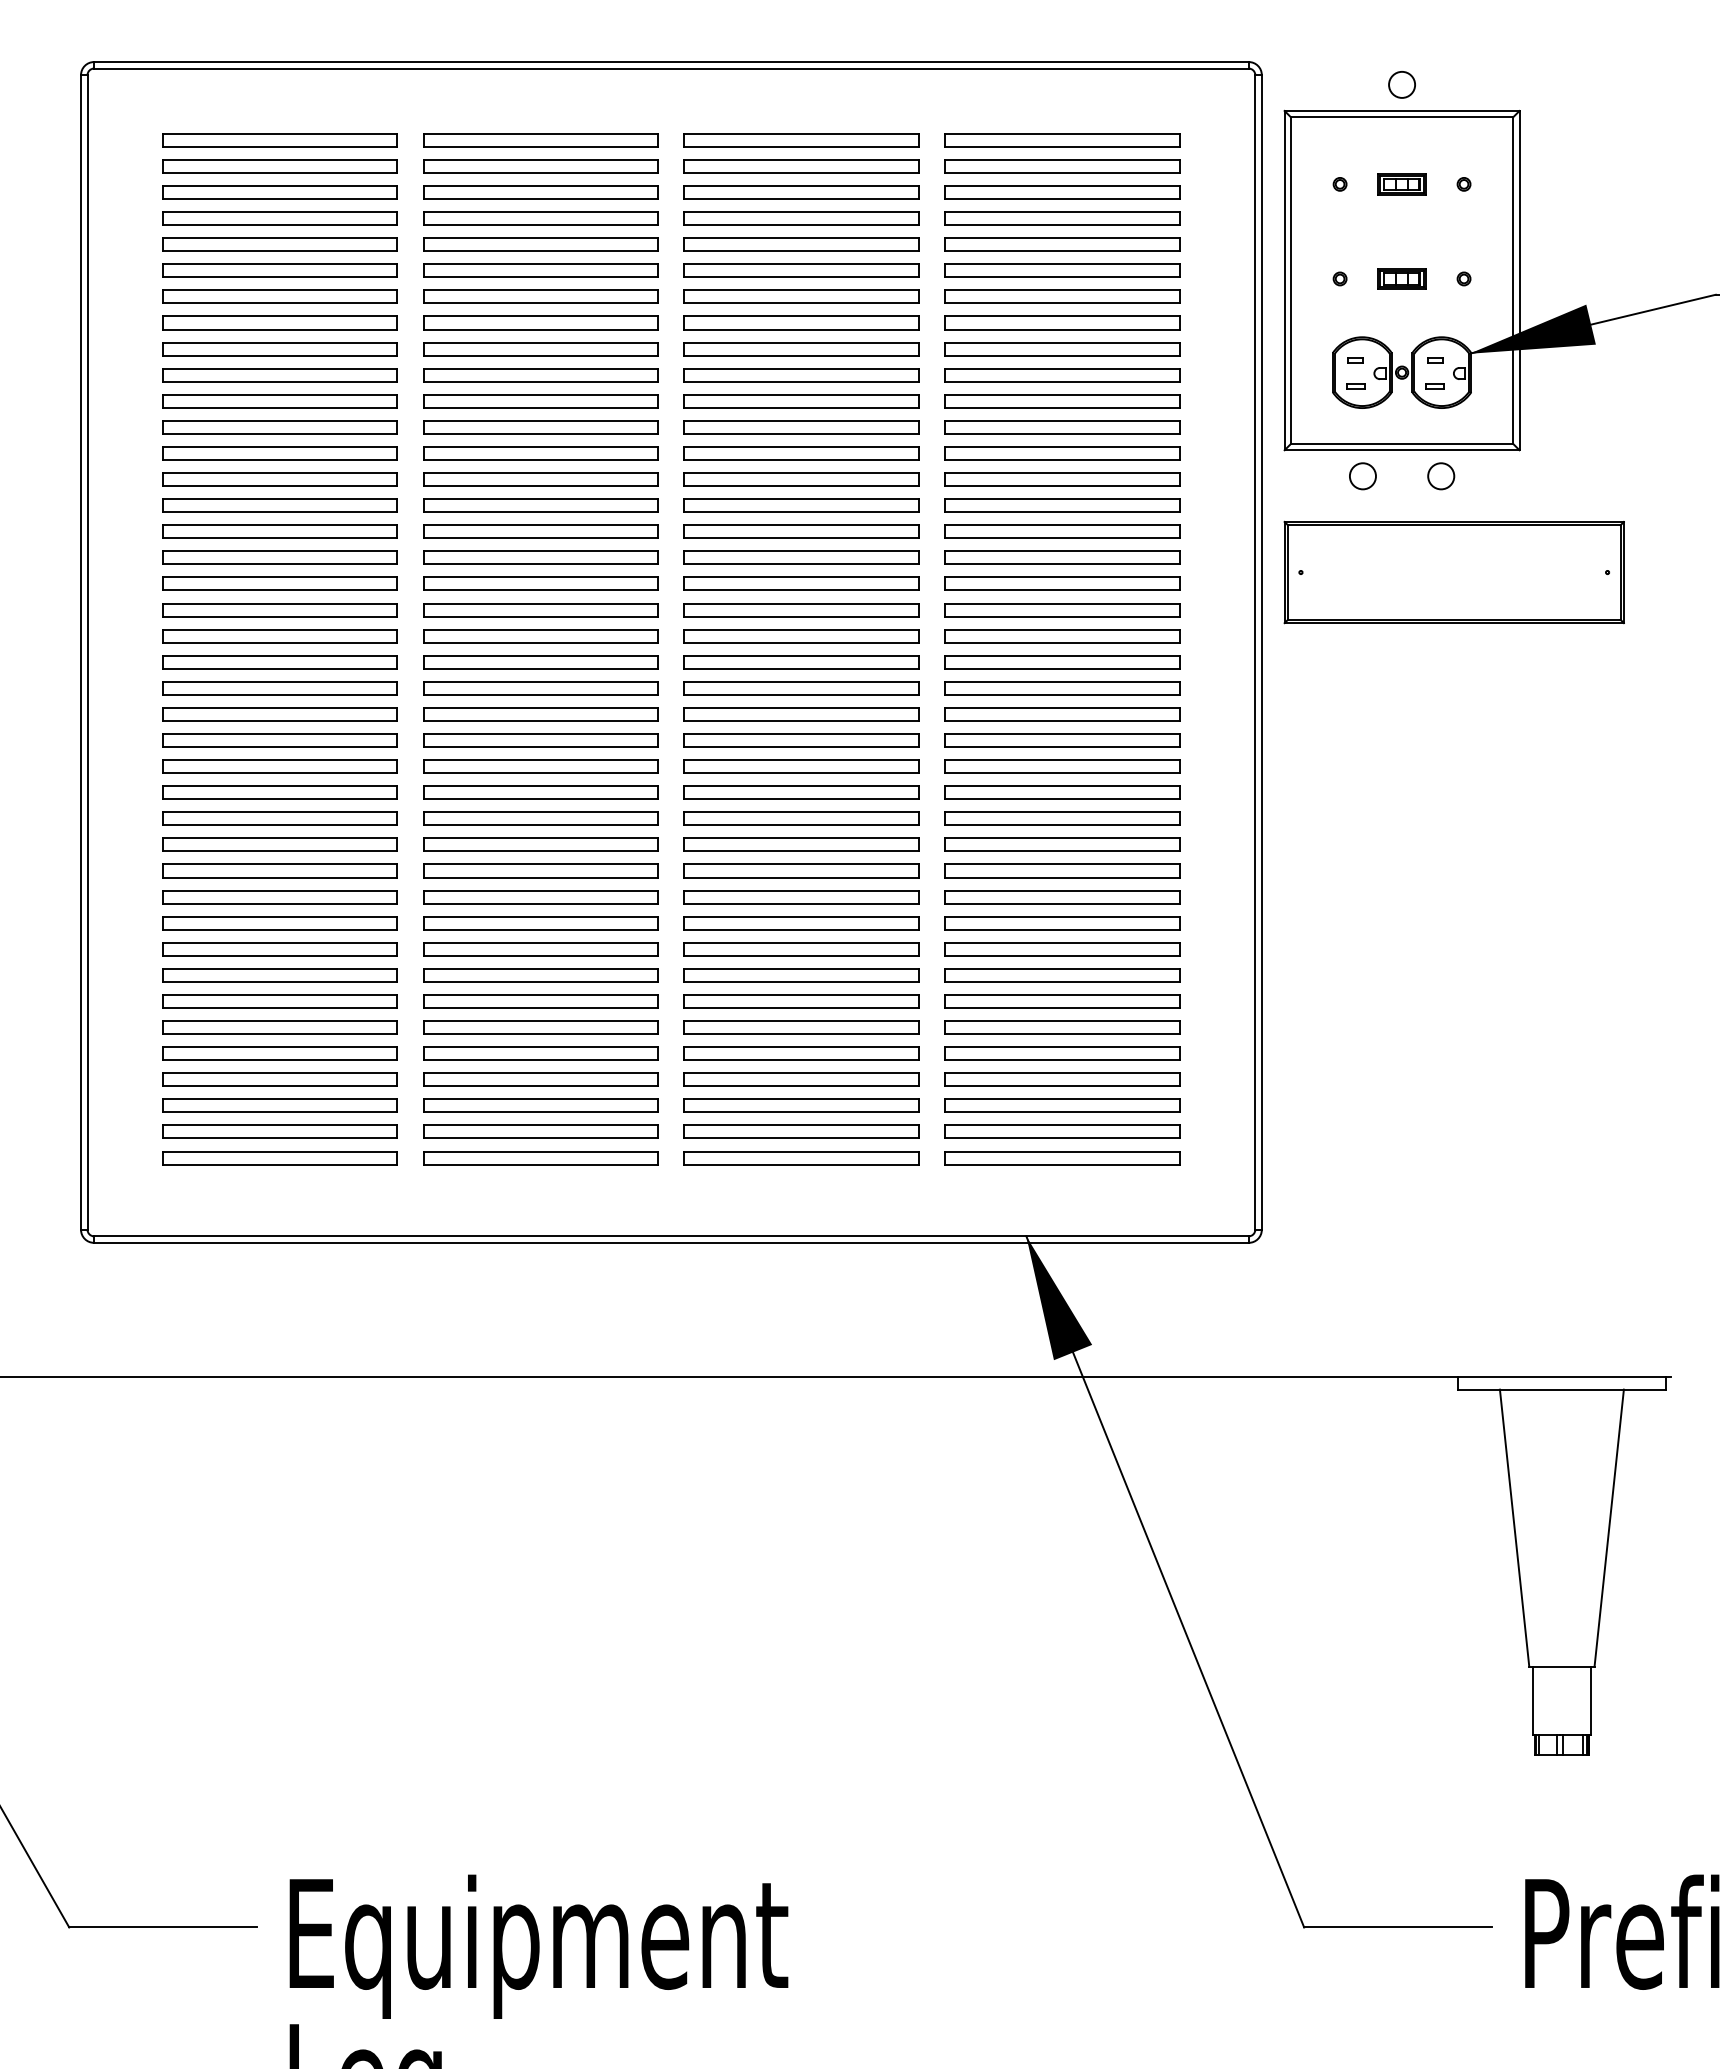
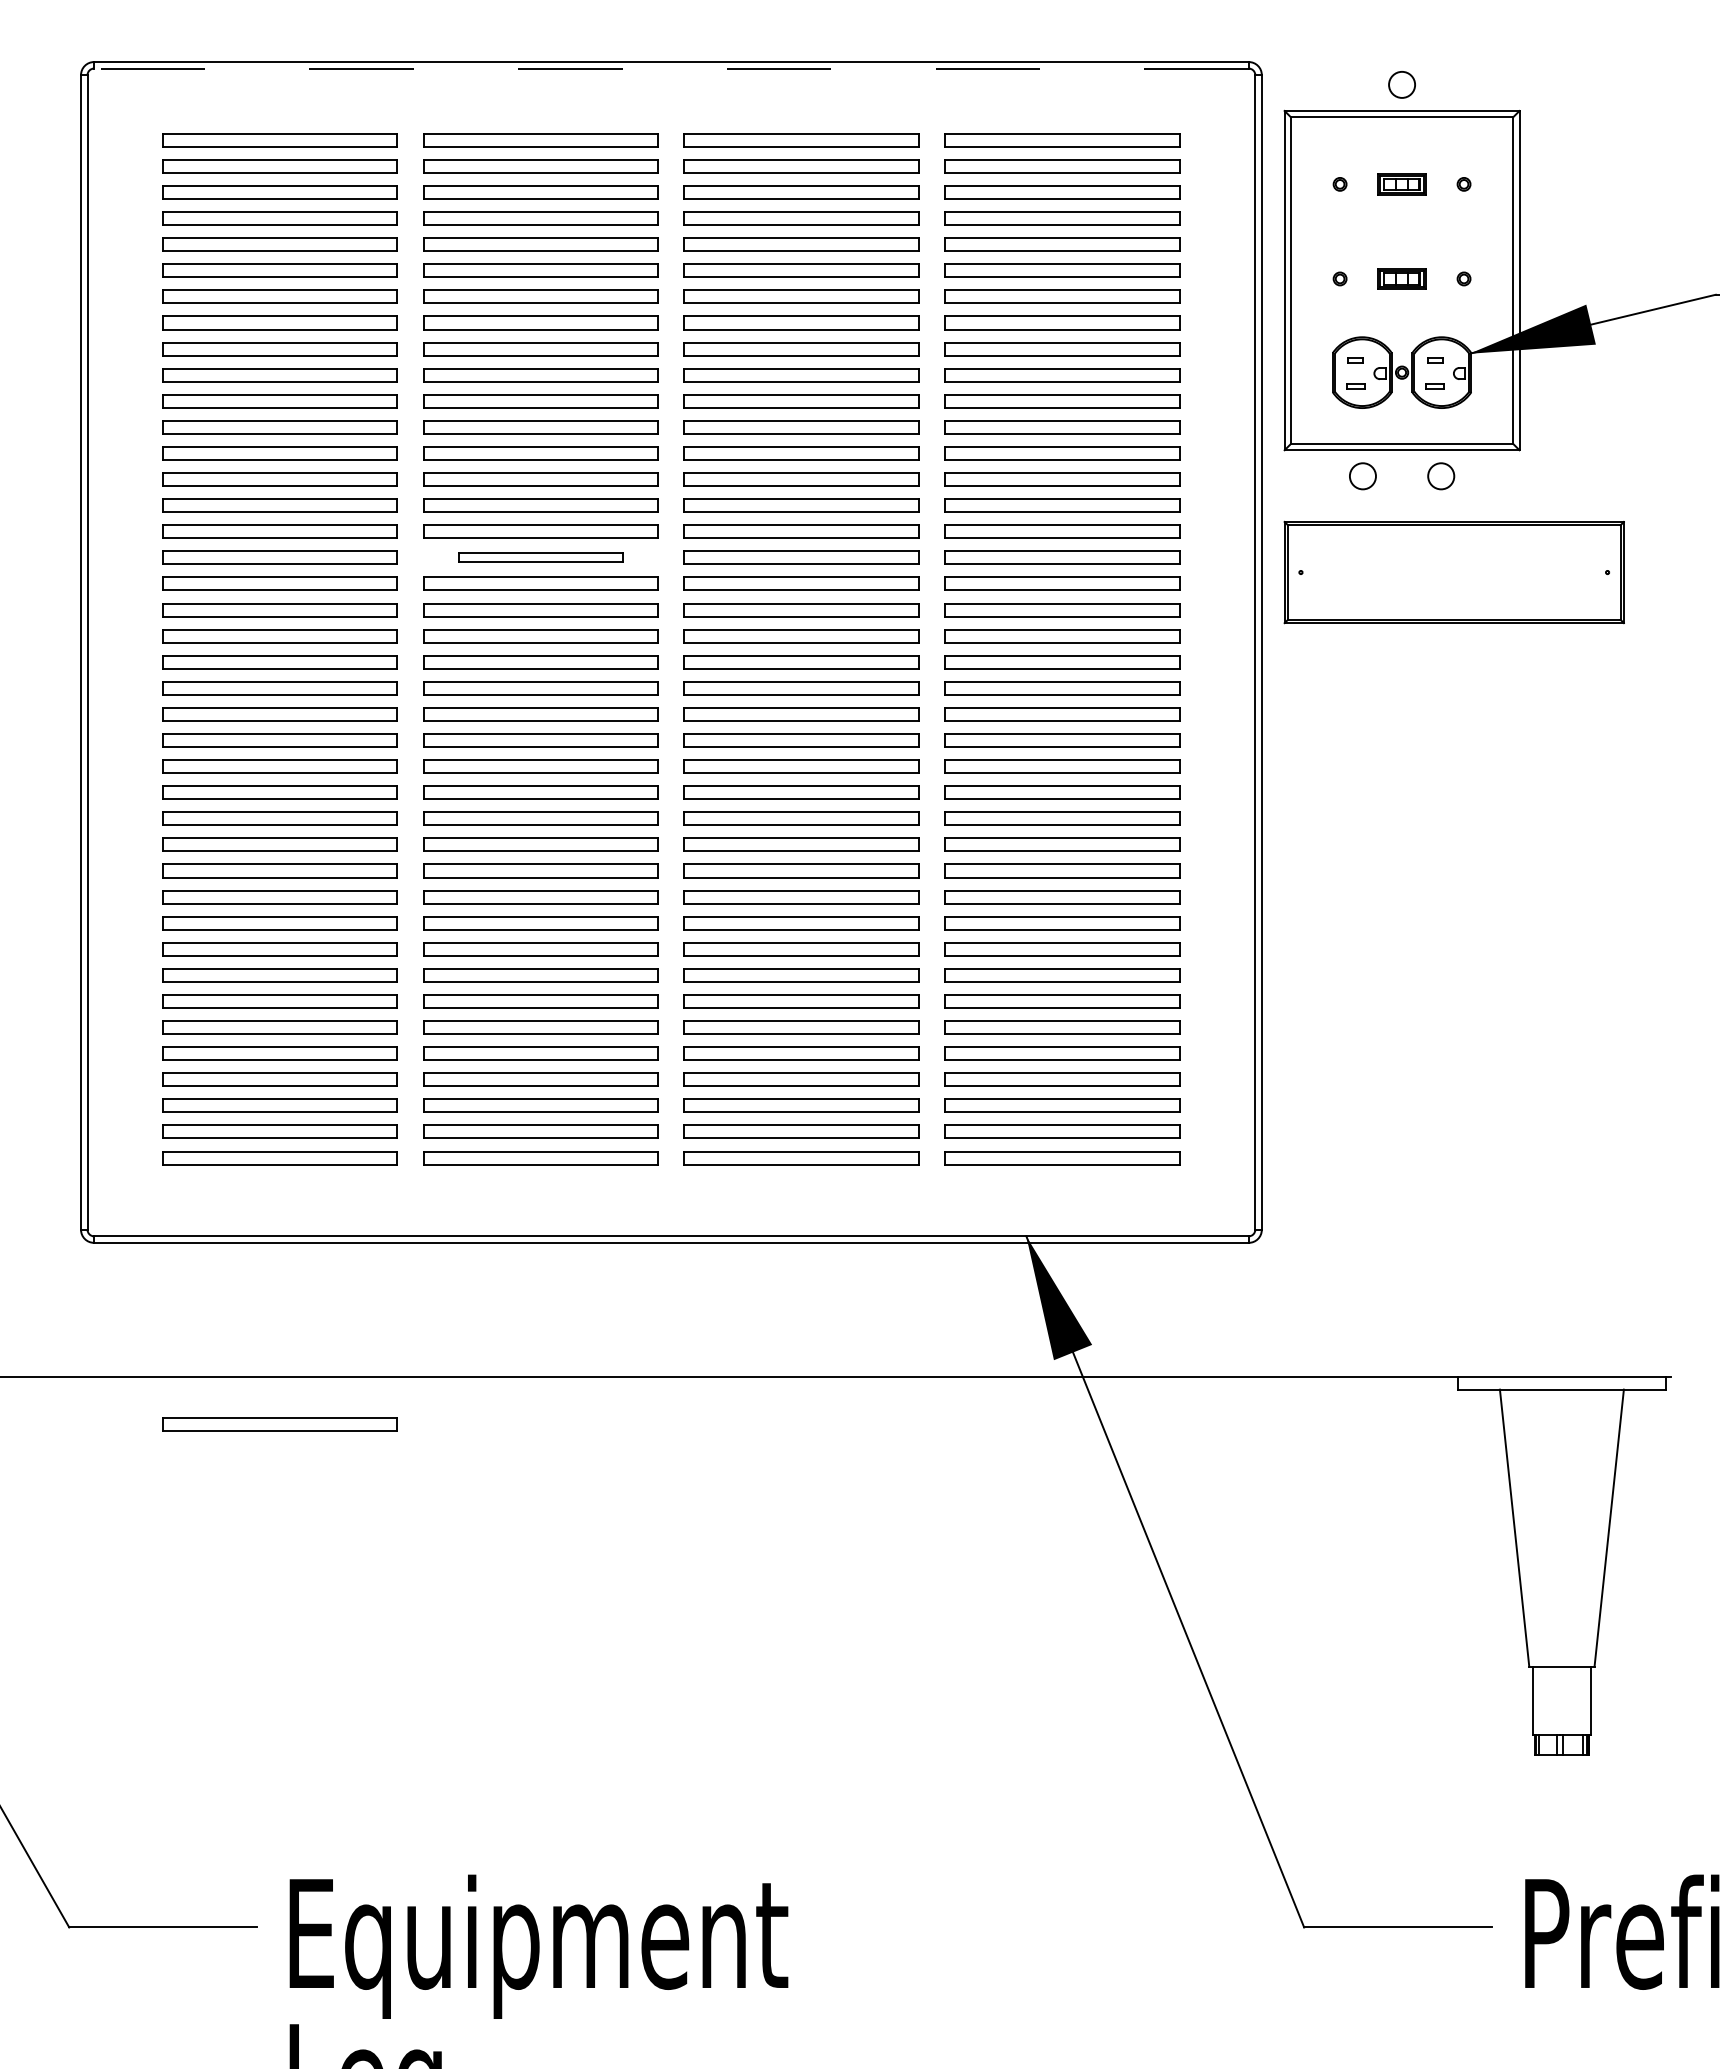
line at (670, 68): solid -> dashed
part at (540, 557) size: 236x15 px -> 166x11 px
part at (279, 1424): none -> present
